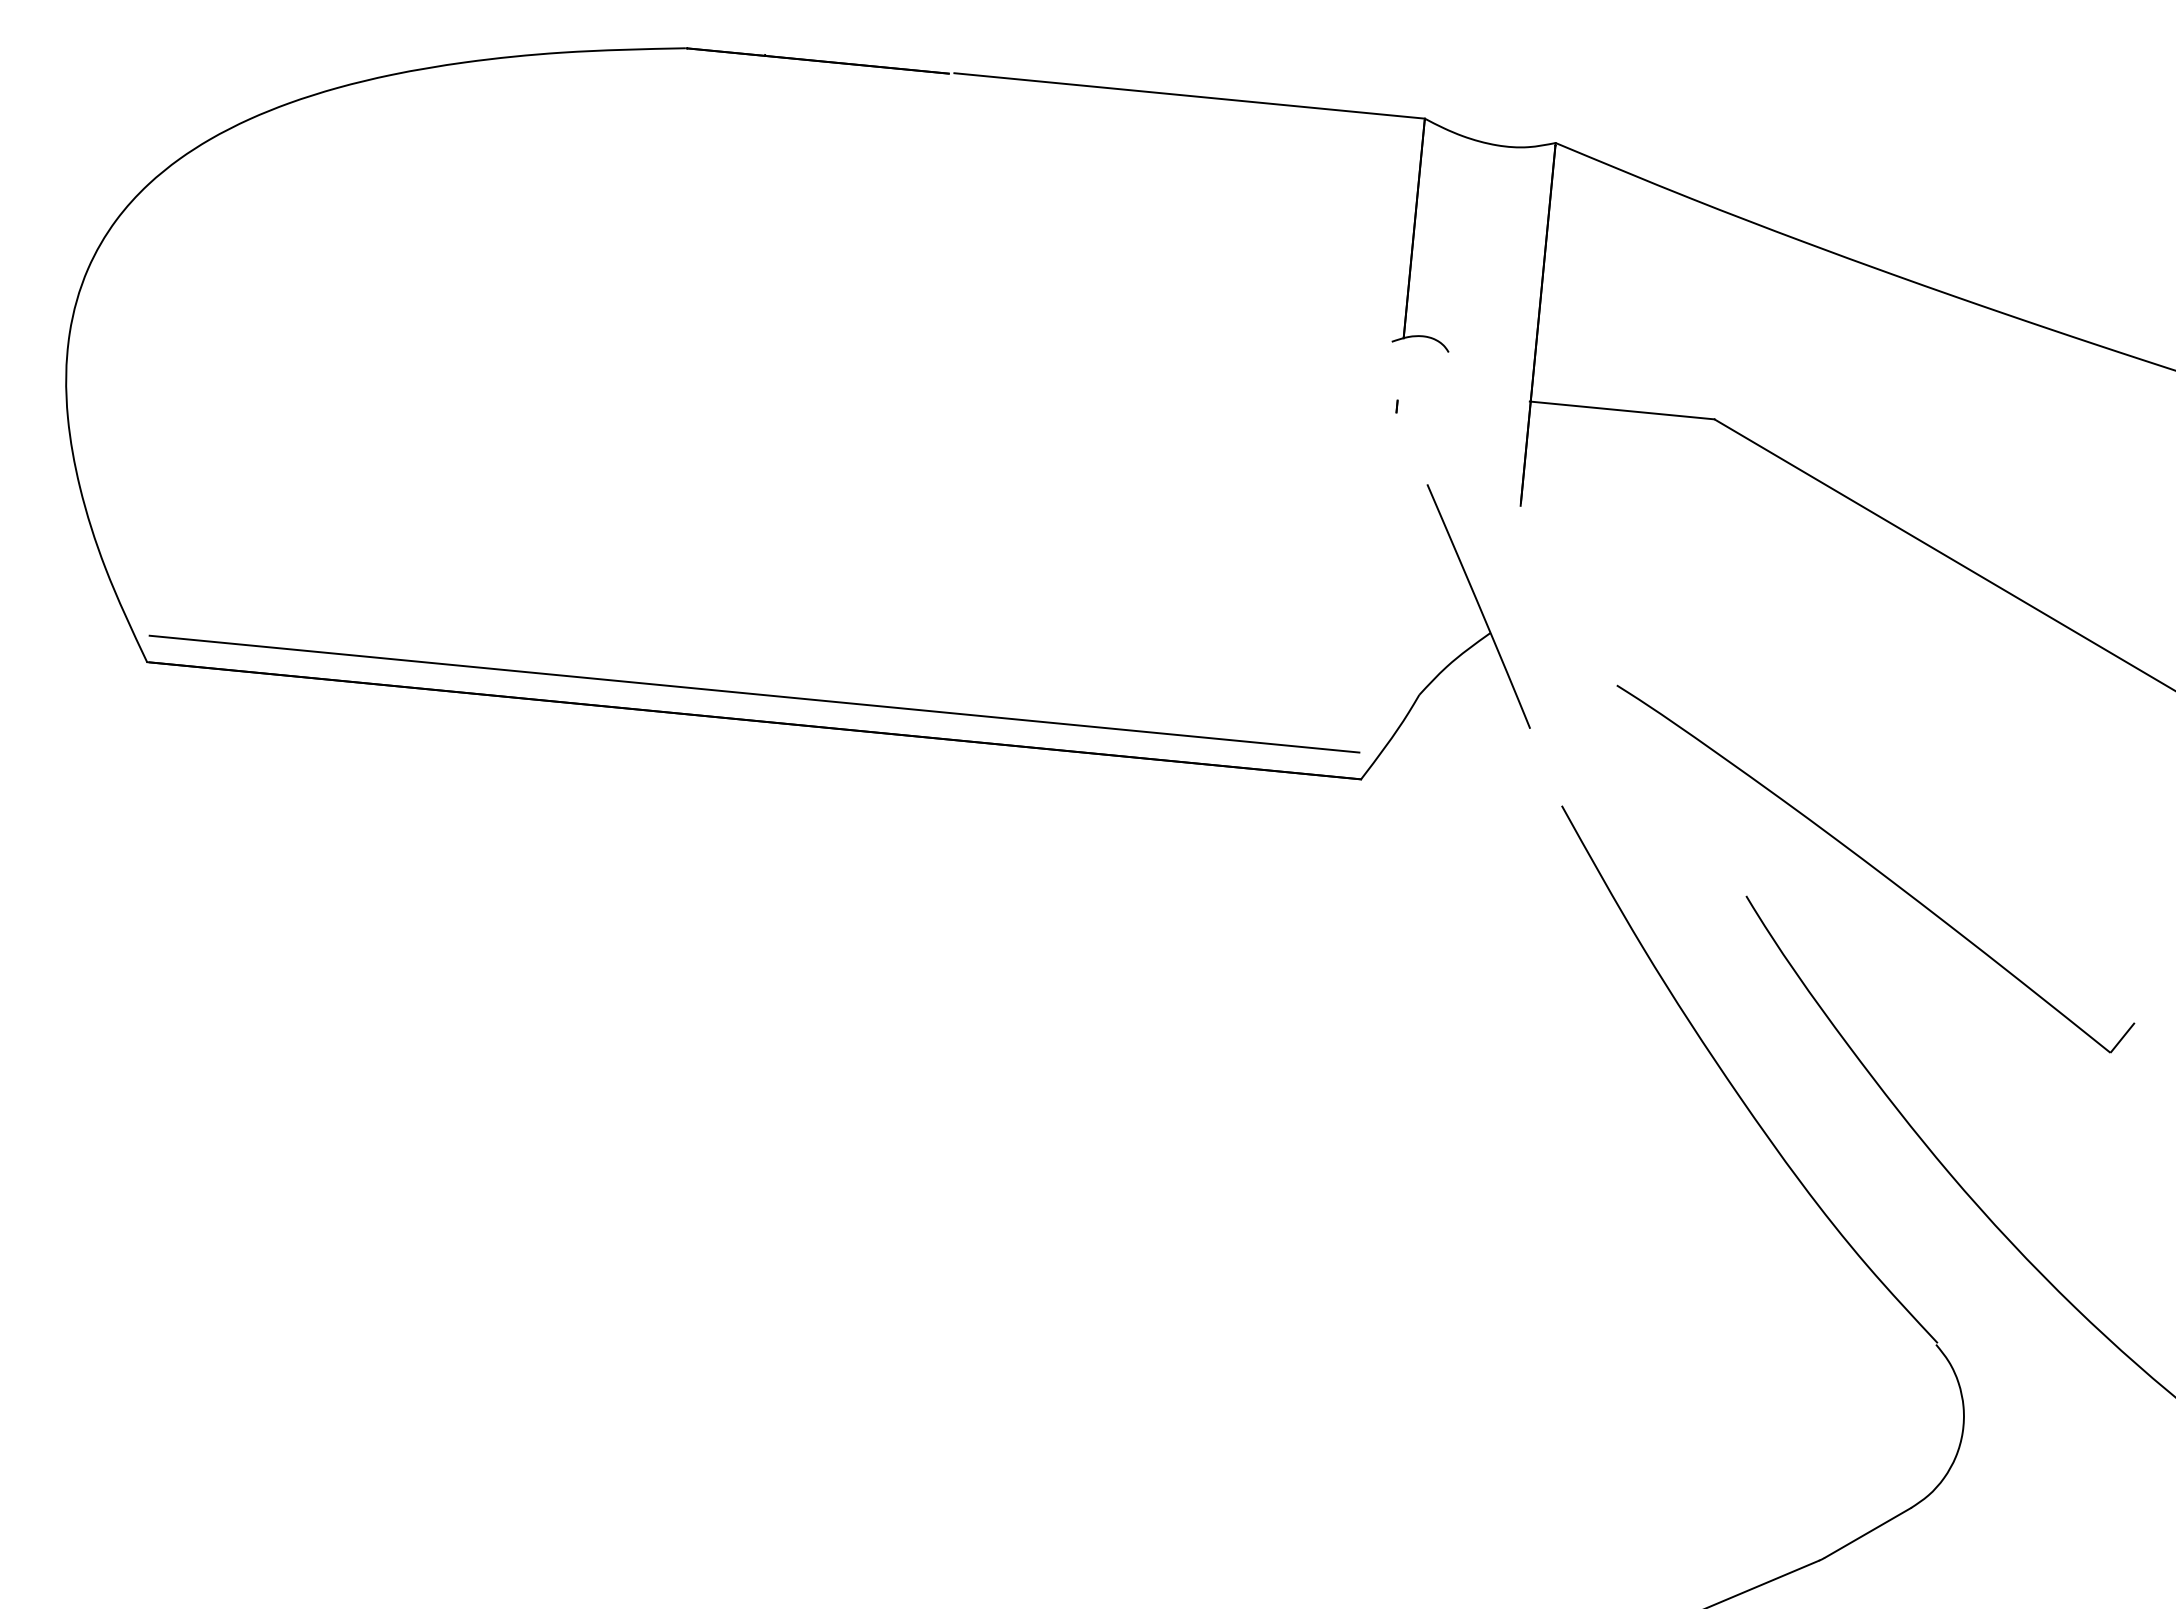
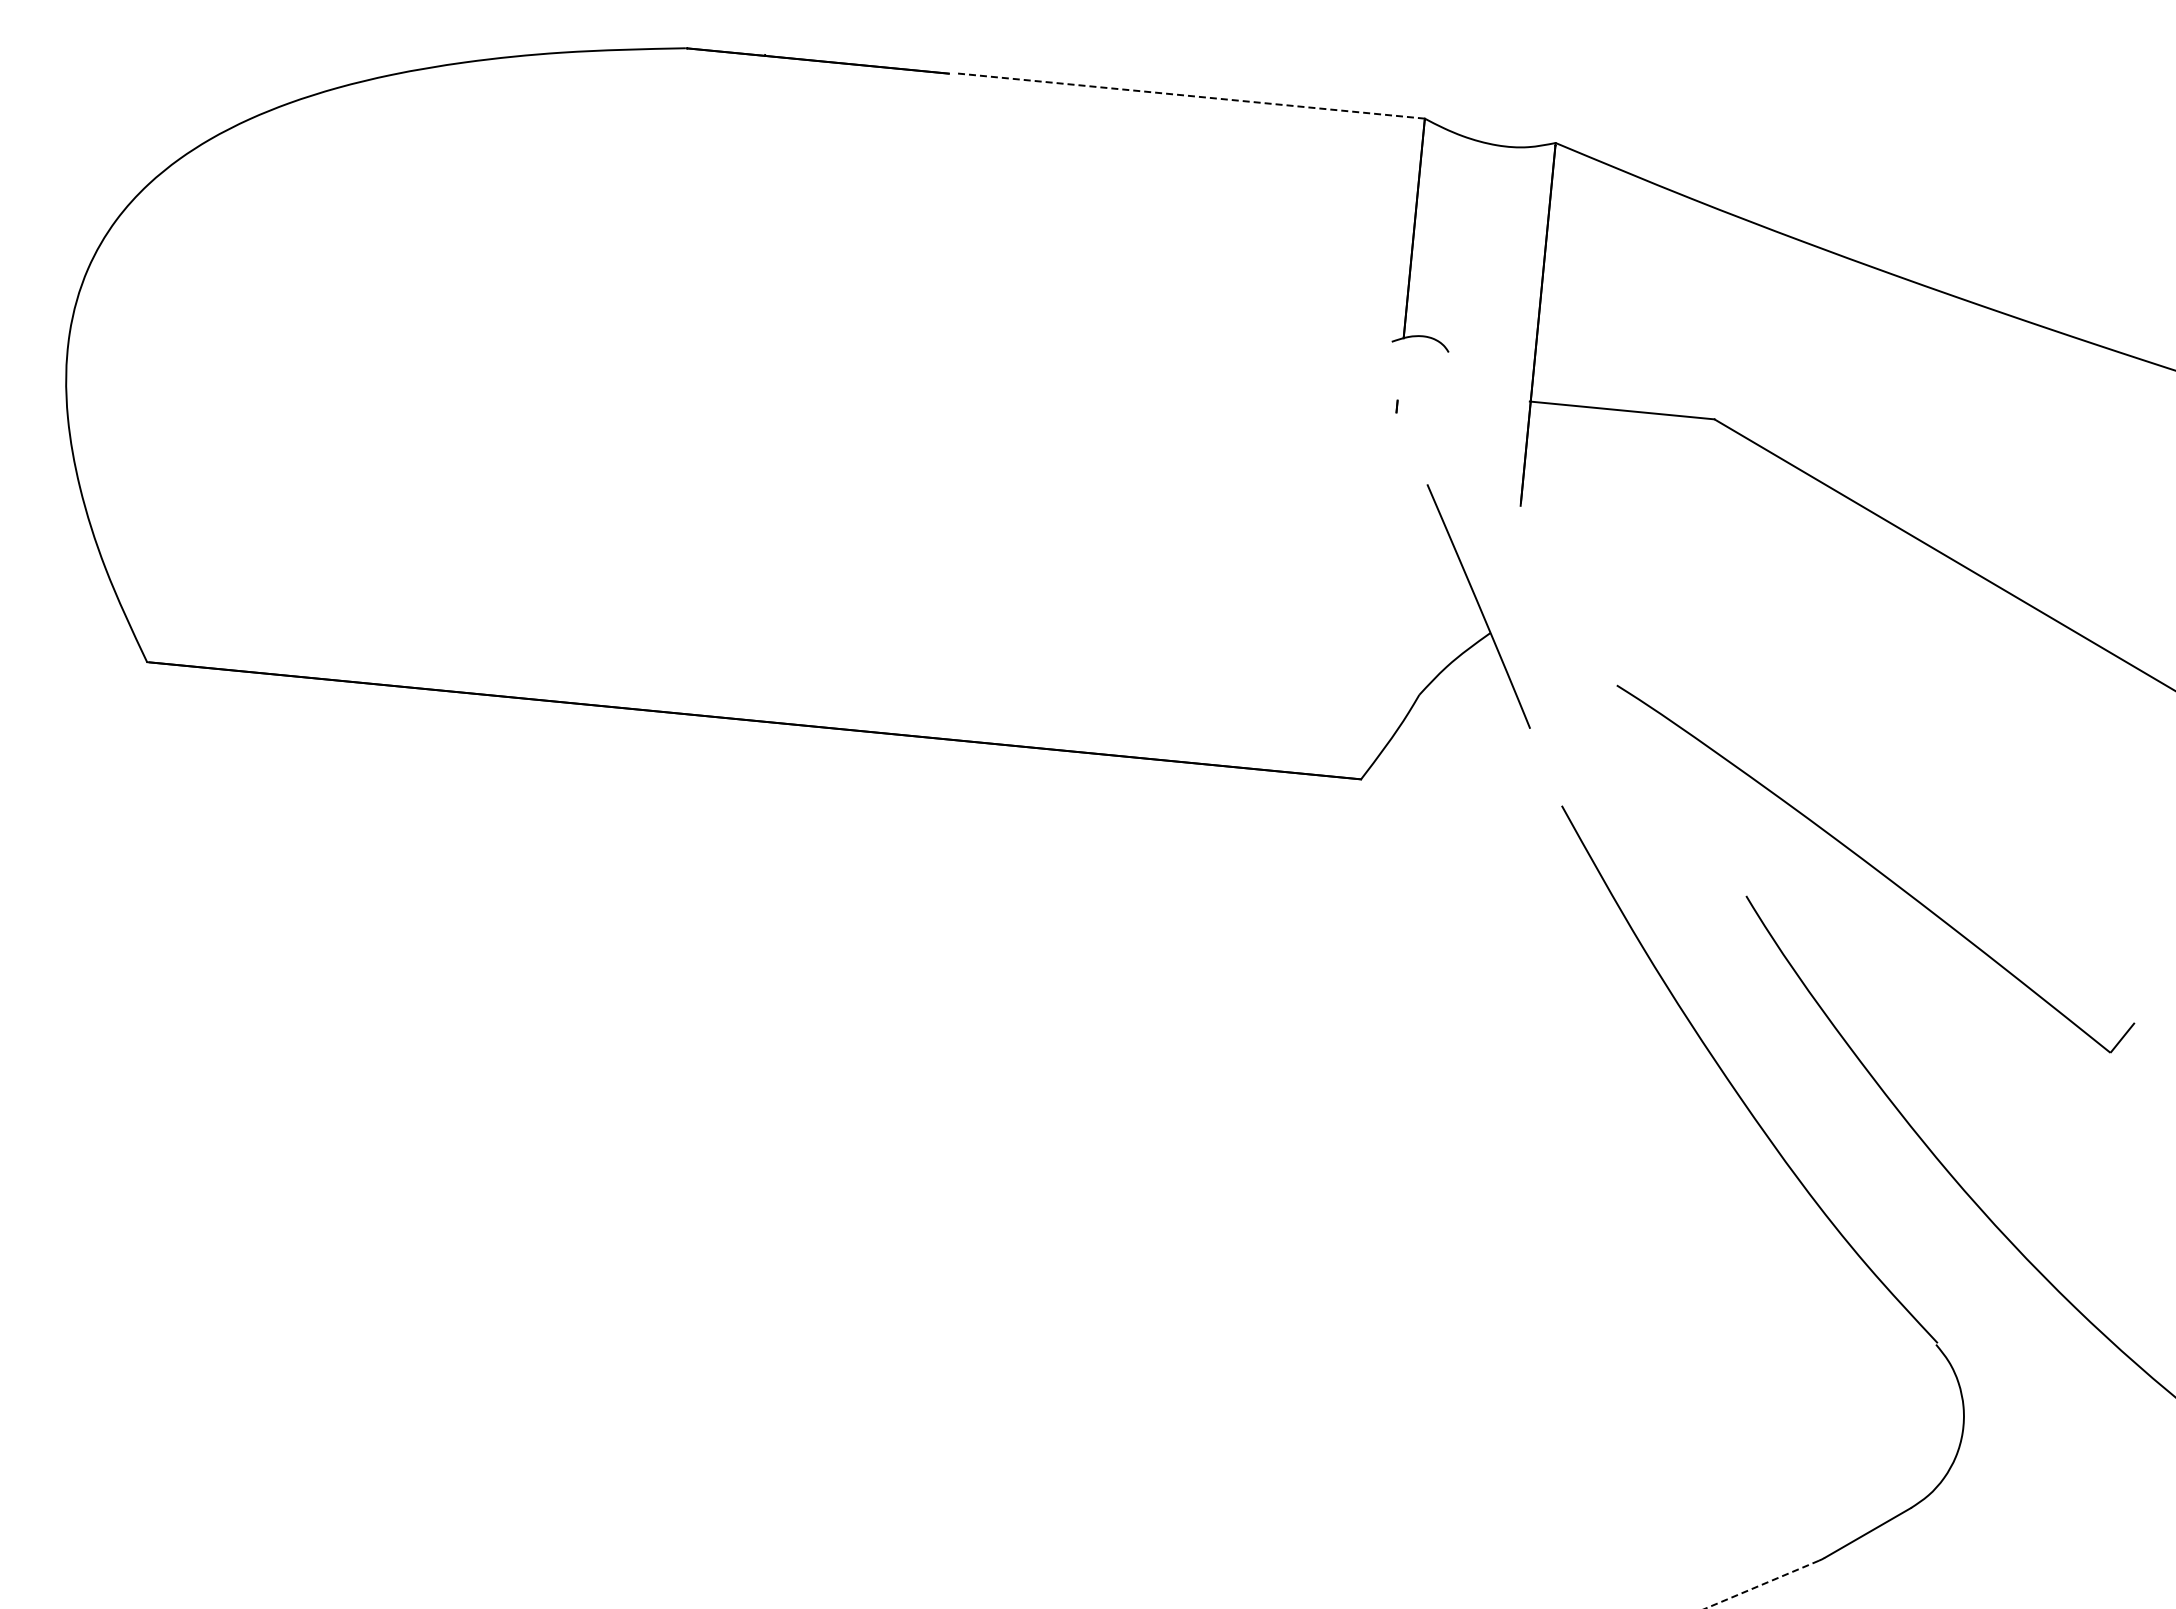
line at (1189, 95): solid -> dashed
line at (754, 693): present -> none
line at (1762, 1584): solid -> dashed
